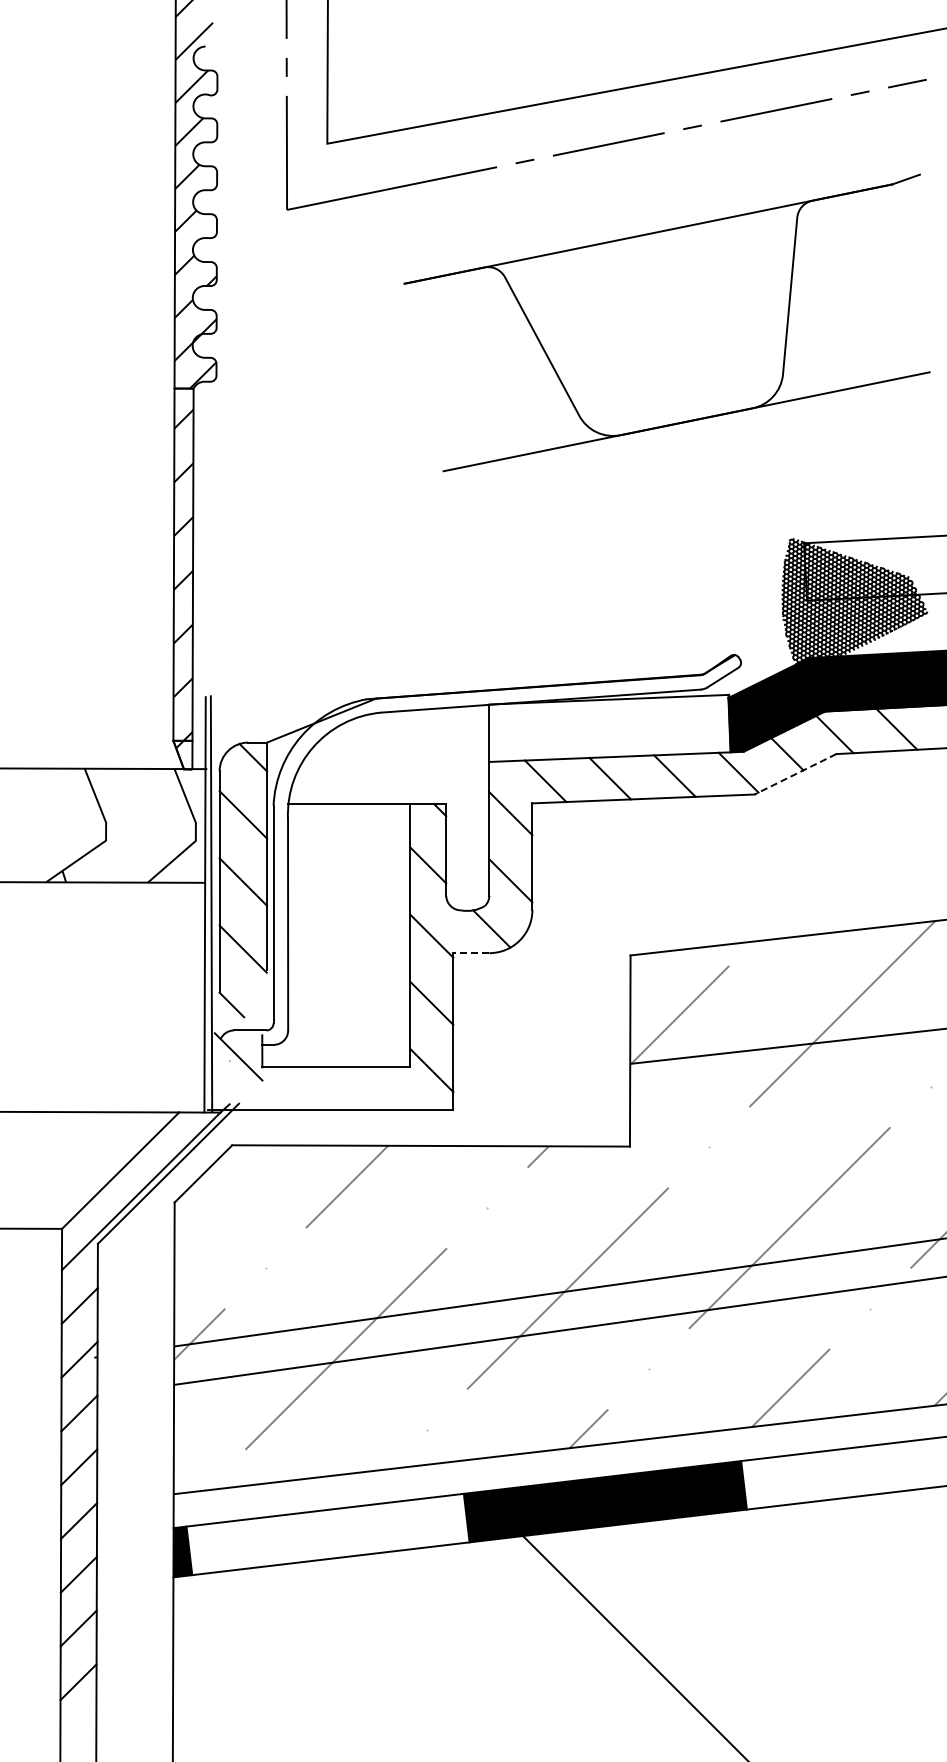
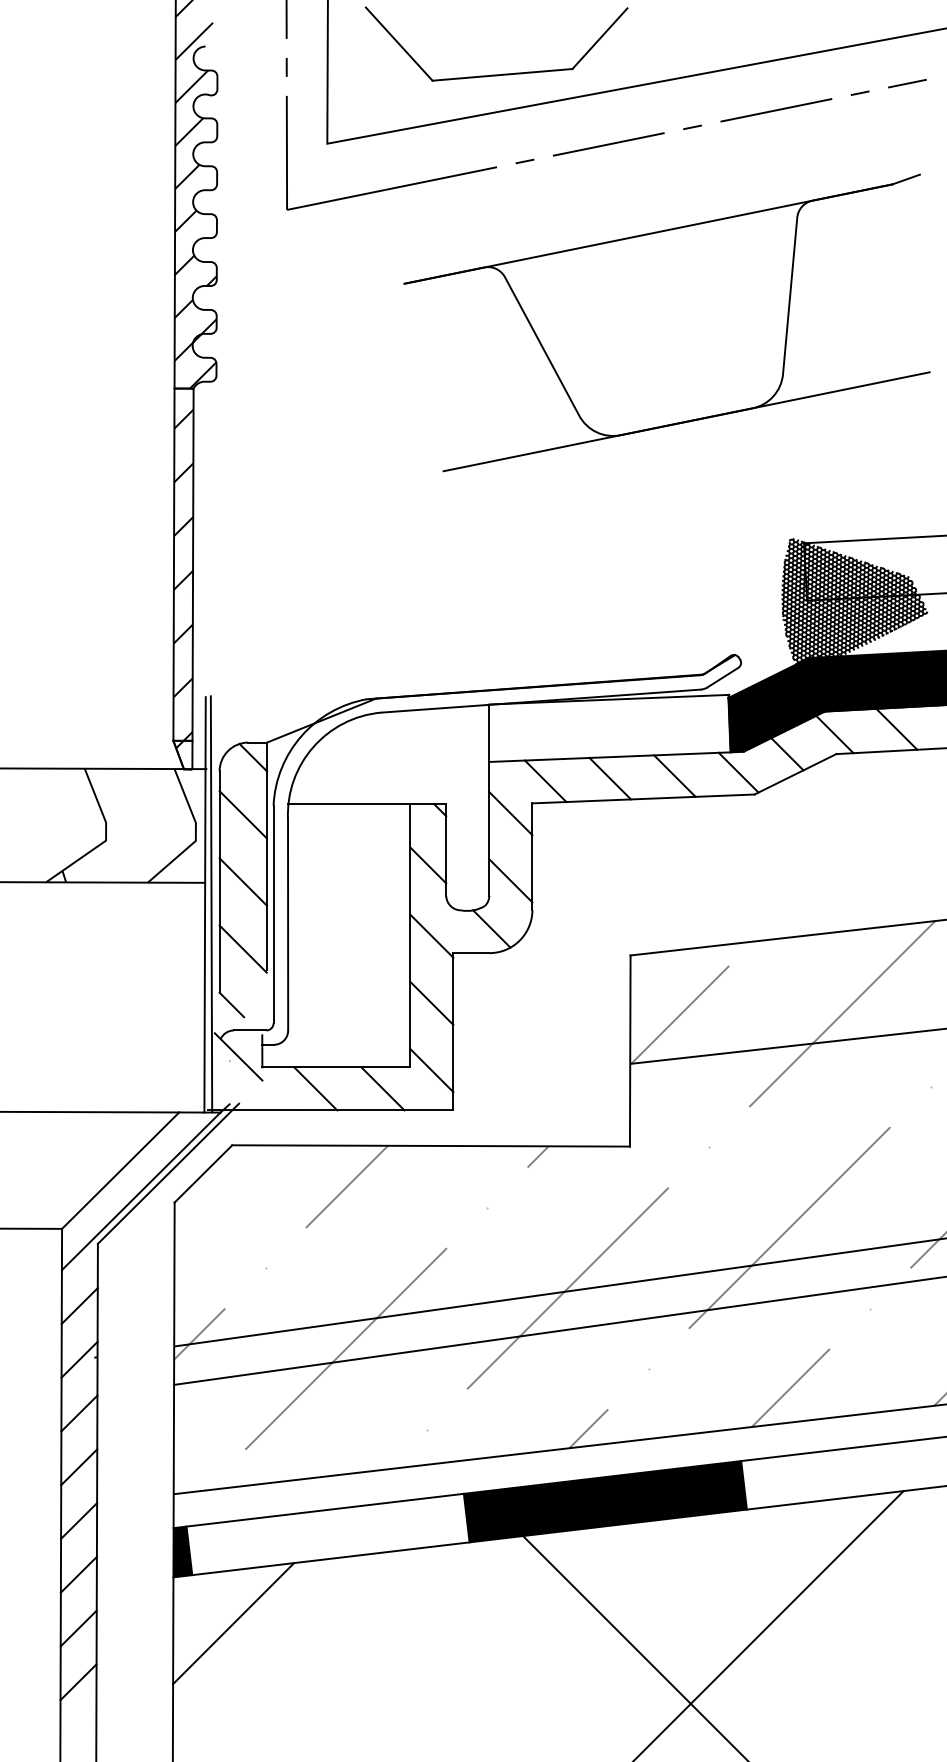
part at (503, 73): none -> present
line at (795, 774): dashed -> solid
line at (471, 953): dashed -> solid
line at (315, 1088): none -> present
line at (382, 1088): none -> present
line at (233, 1623): none -> present
line at (769, 1624): none -> present
